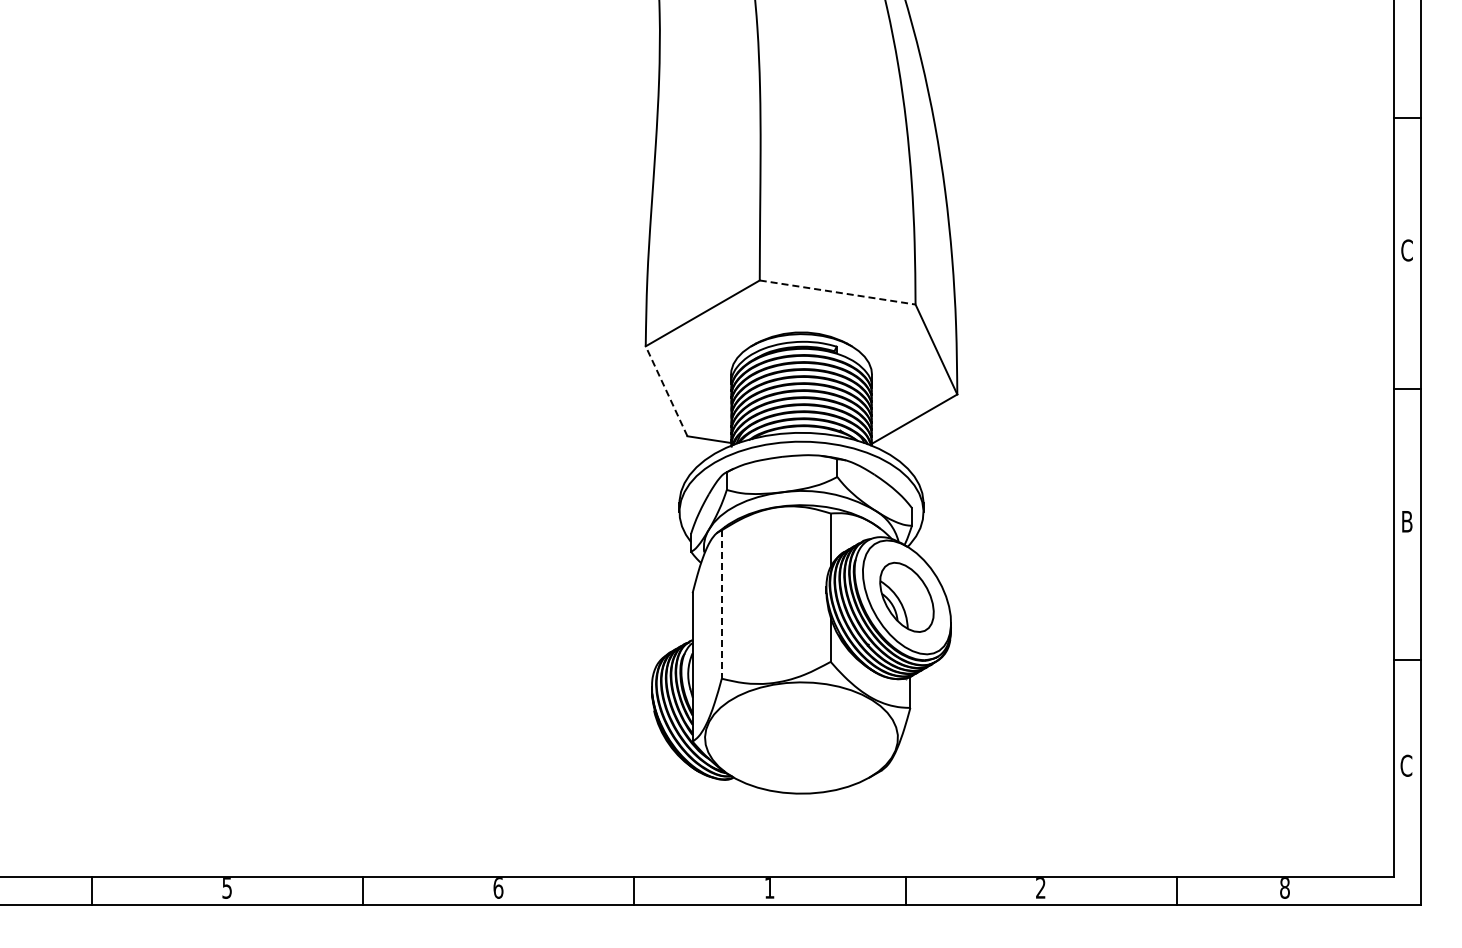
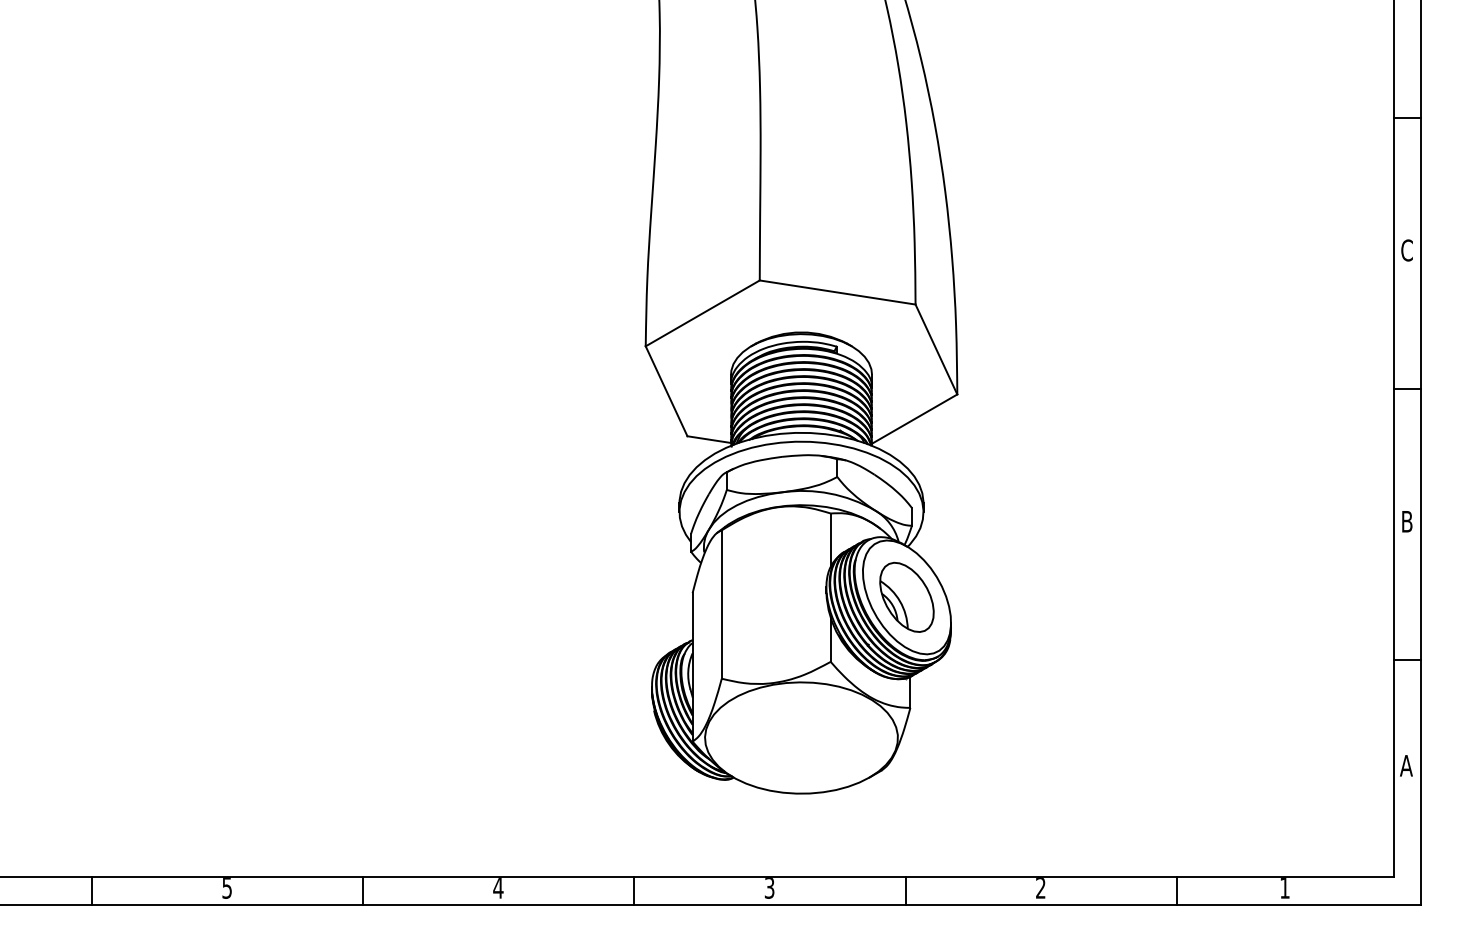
line at (837, 292): dashed -> solid
line at (666, 391): dashed -> solid
line at (721, 605): dashed -> solid
text at (1406, 765): C -> A
text at (498, 888): 6 -> 4
text at (769, 888): 1 -> 3
text at (1284, 888): 8 -> 1
